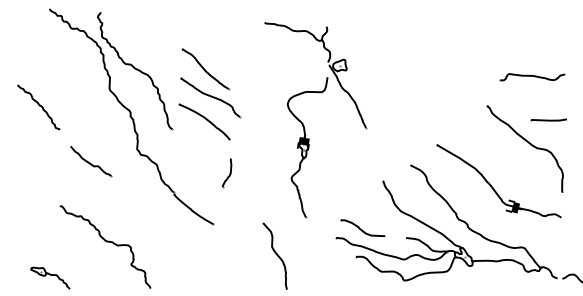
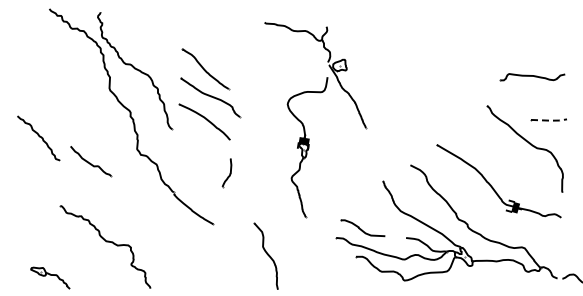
curve at (39, 106) position: (39, 106) -> (39, 137)
line at (550, 120): solid -> dashed
part at (274, 255) position: (274, 255) -> (265, 255)
